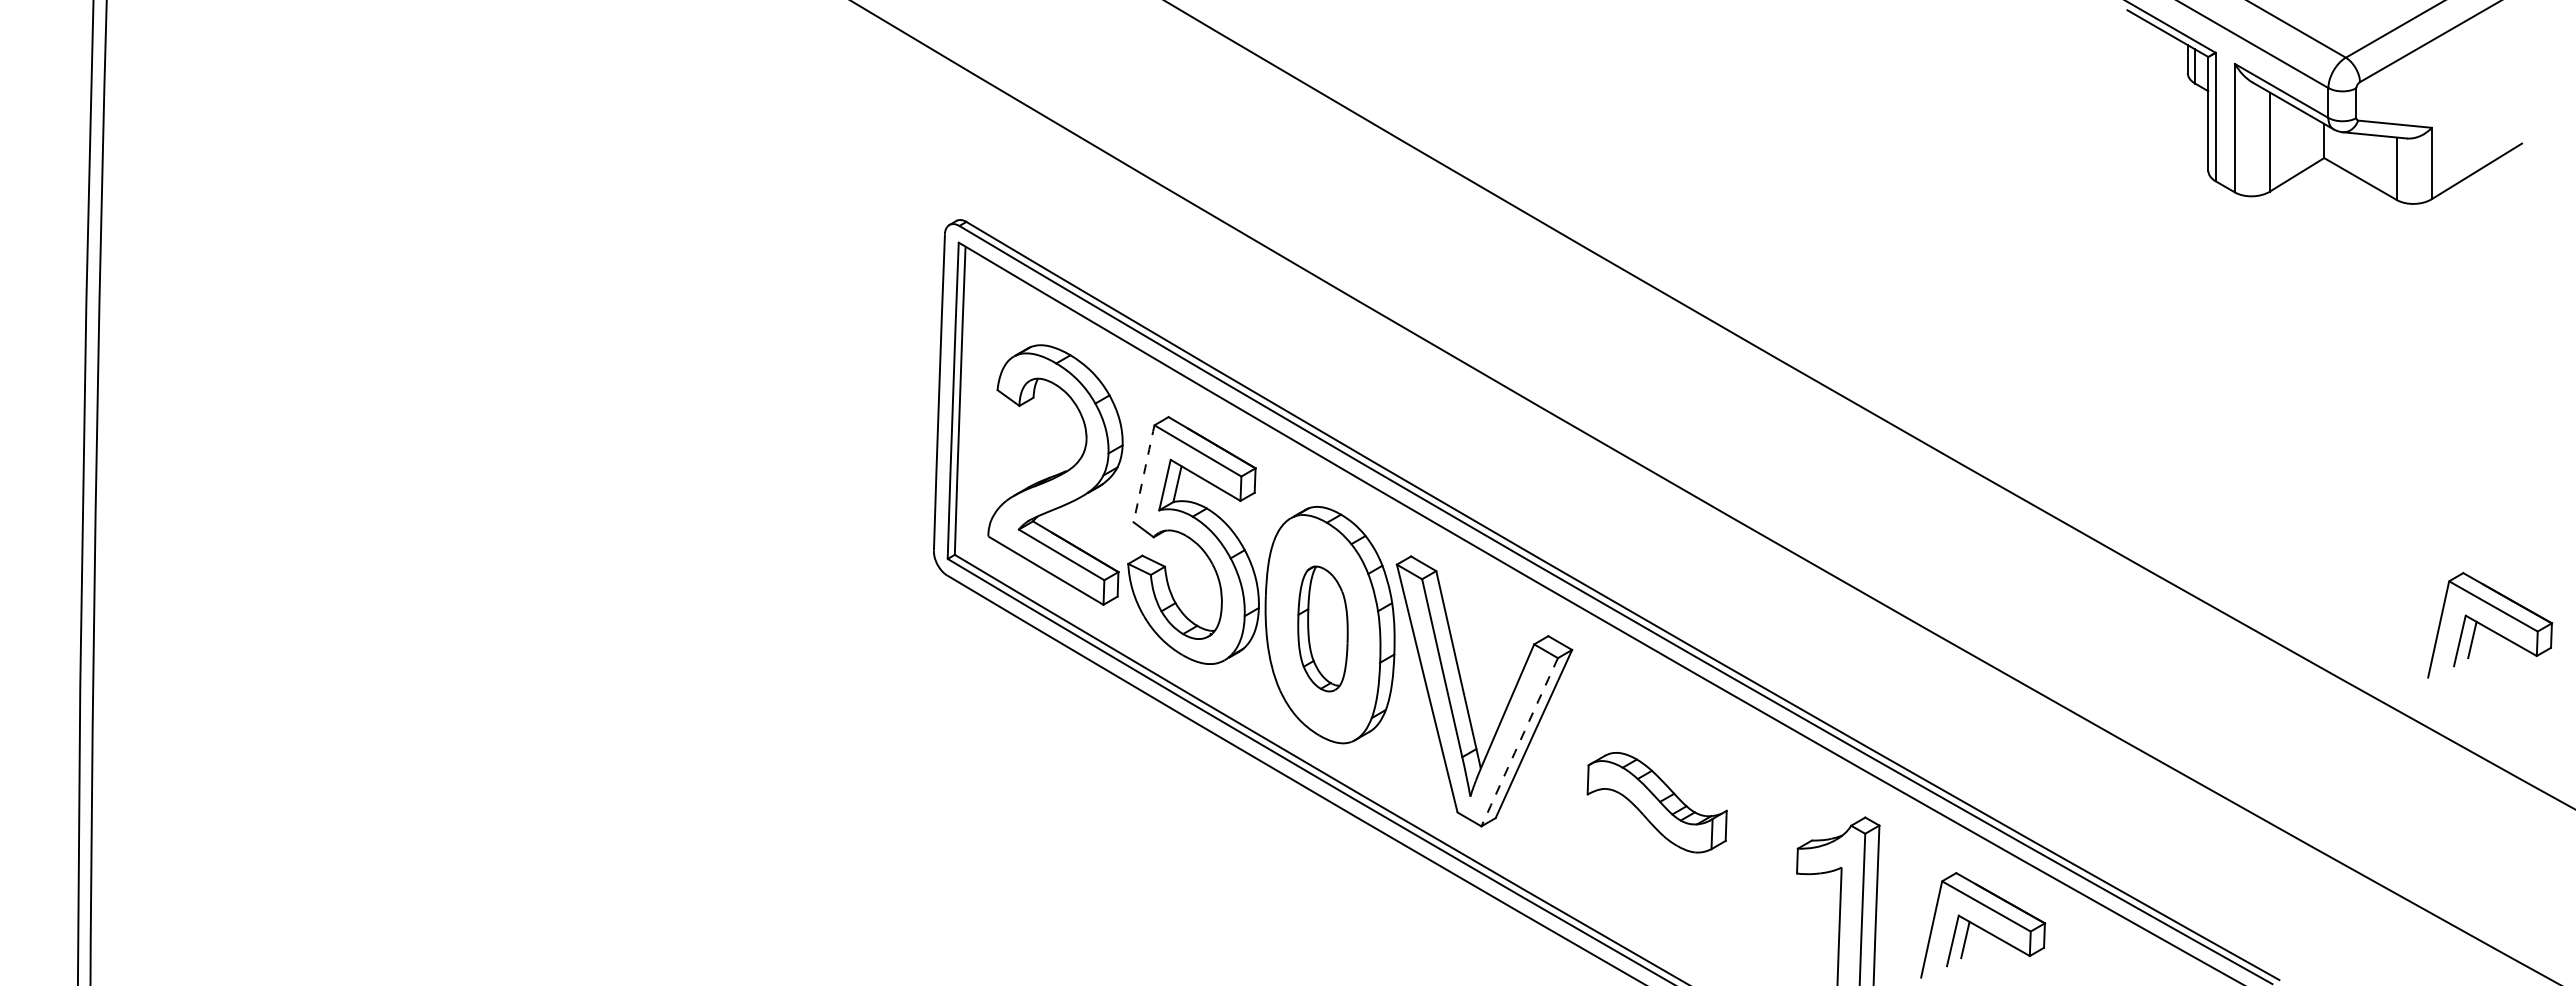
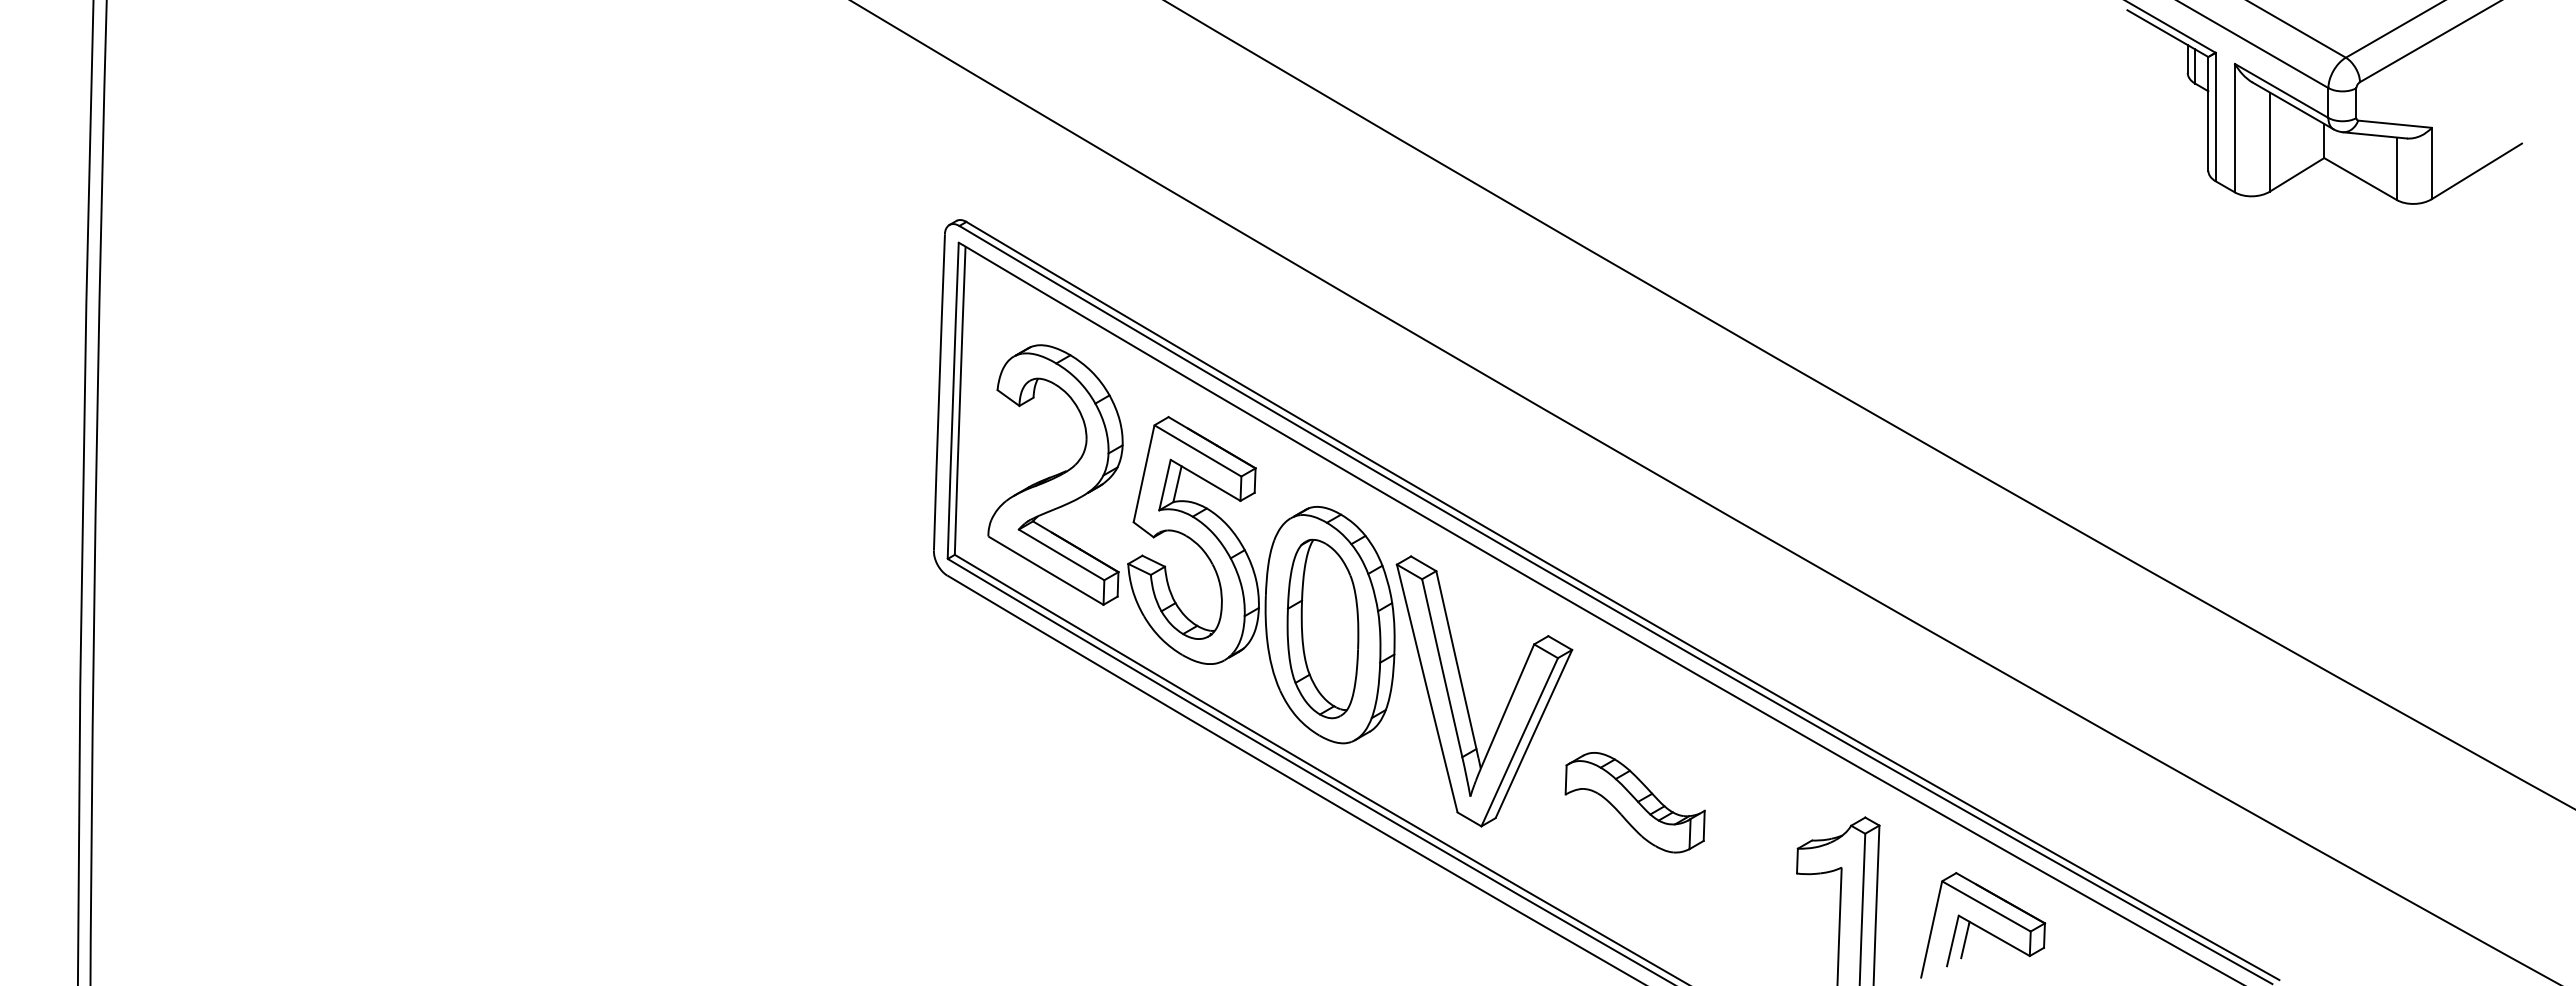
arc at (1144, 473): dashed -> solid
part at (2490, 625): present -> none
part at (1322, 628) size: 52x128 px -> 74x182 px
arc at (1519, 742): dashed -> solid
part at (1656, 802) position: (1656, 802) -> (1634, 802)
